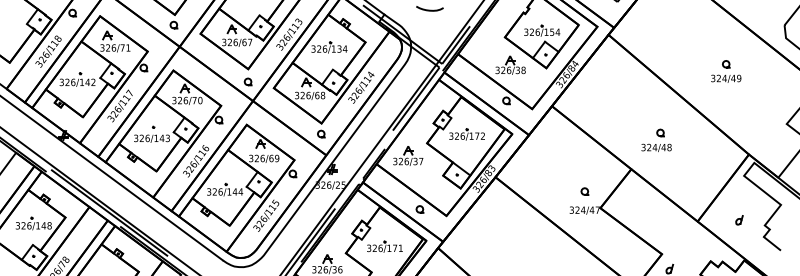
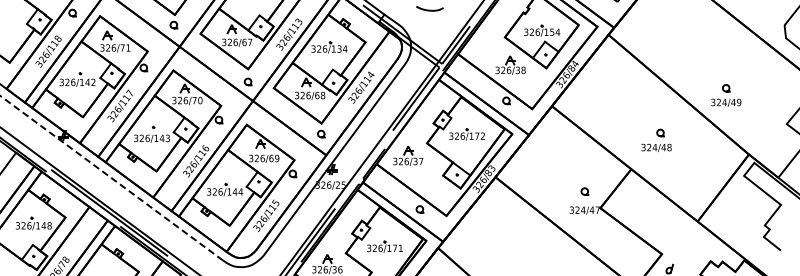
part at (726, 71) position: (726, 71) -> (726, 95)
line at (111, 177): solid -> dashed
part at (739, 220): present -> none
